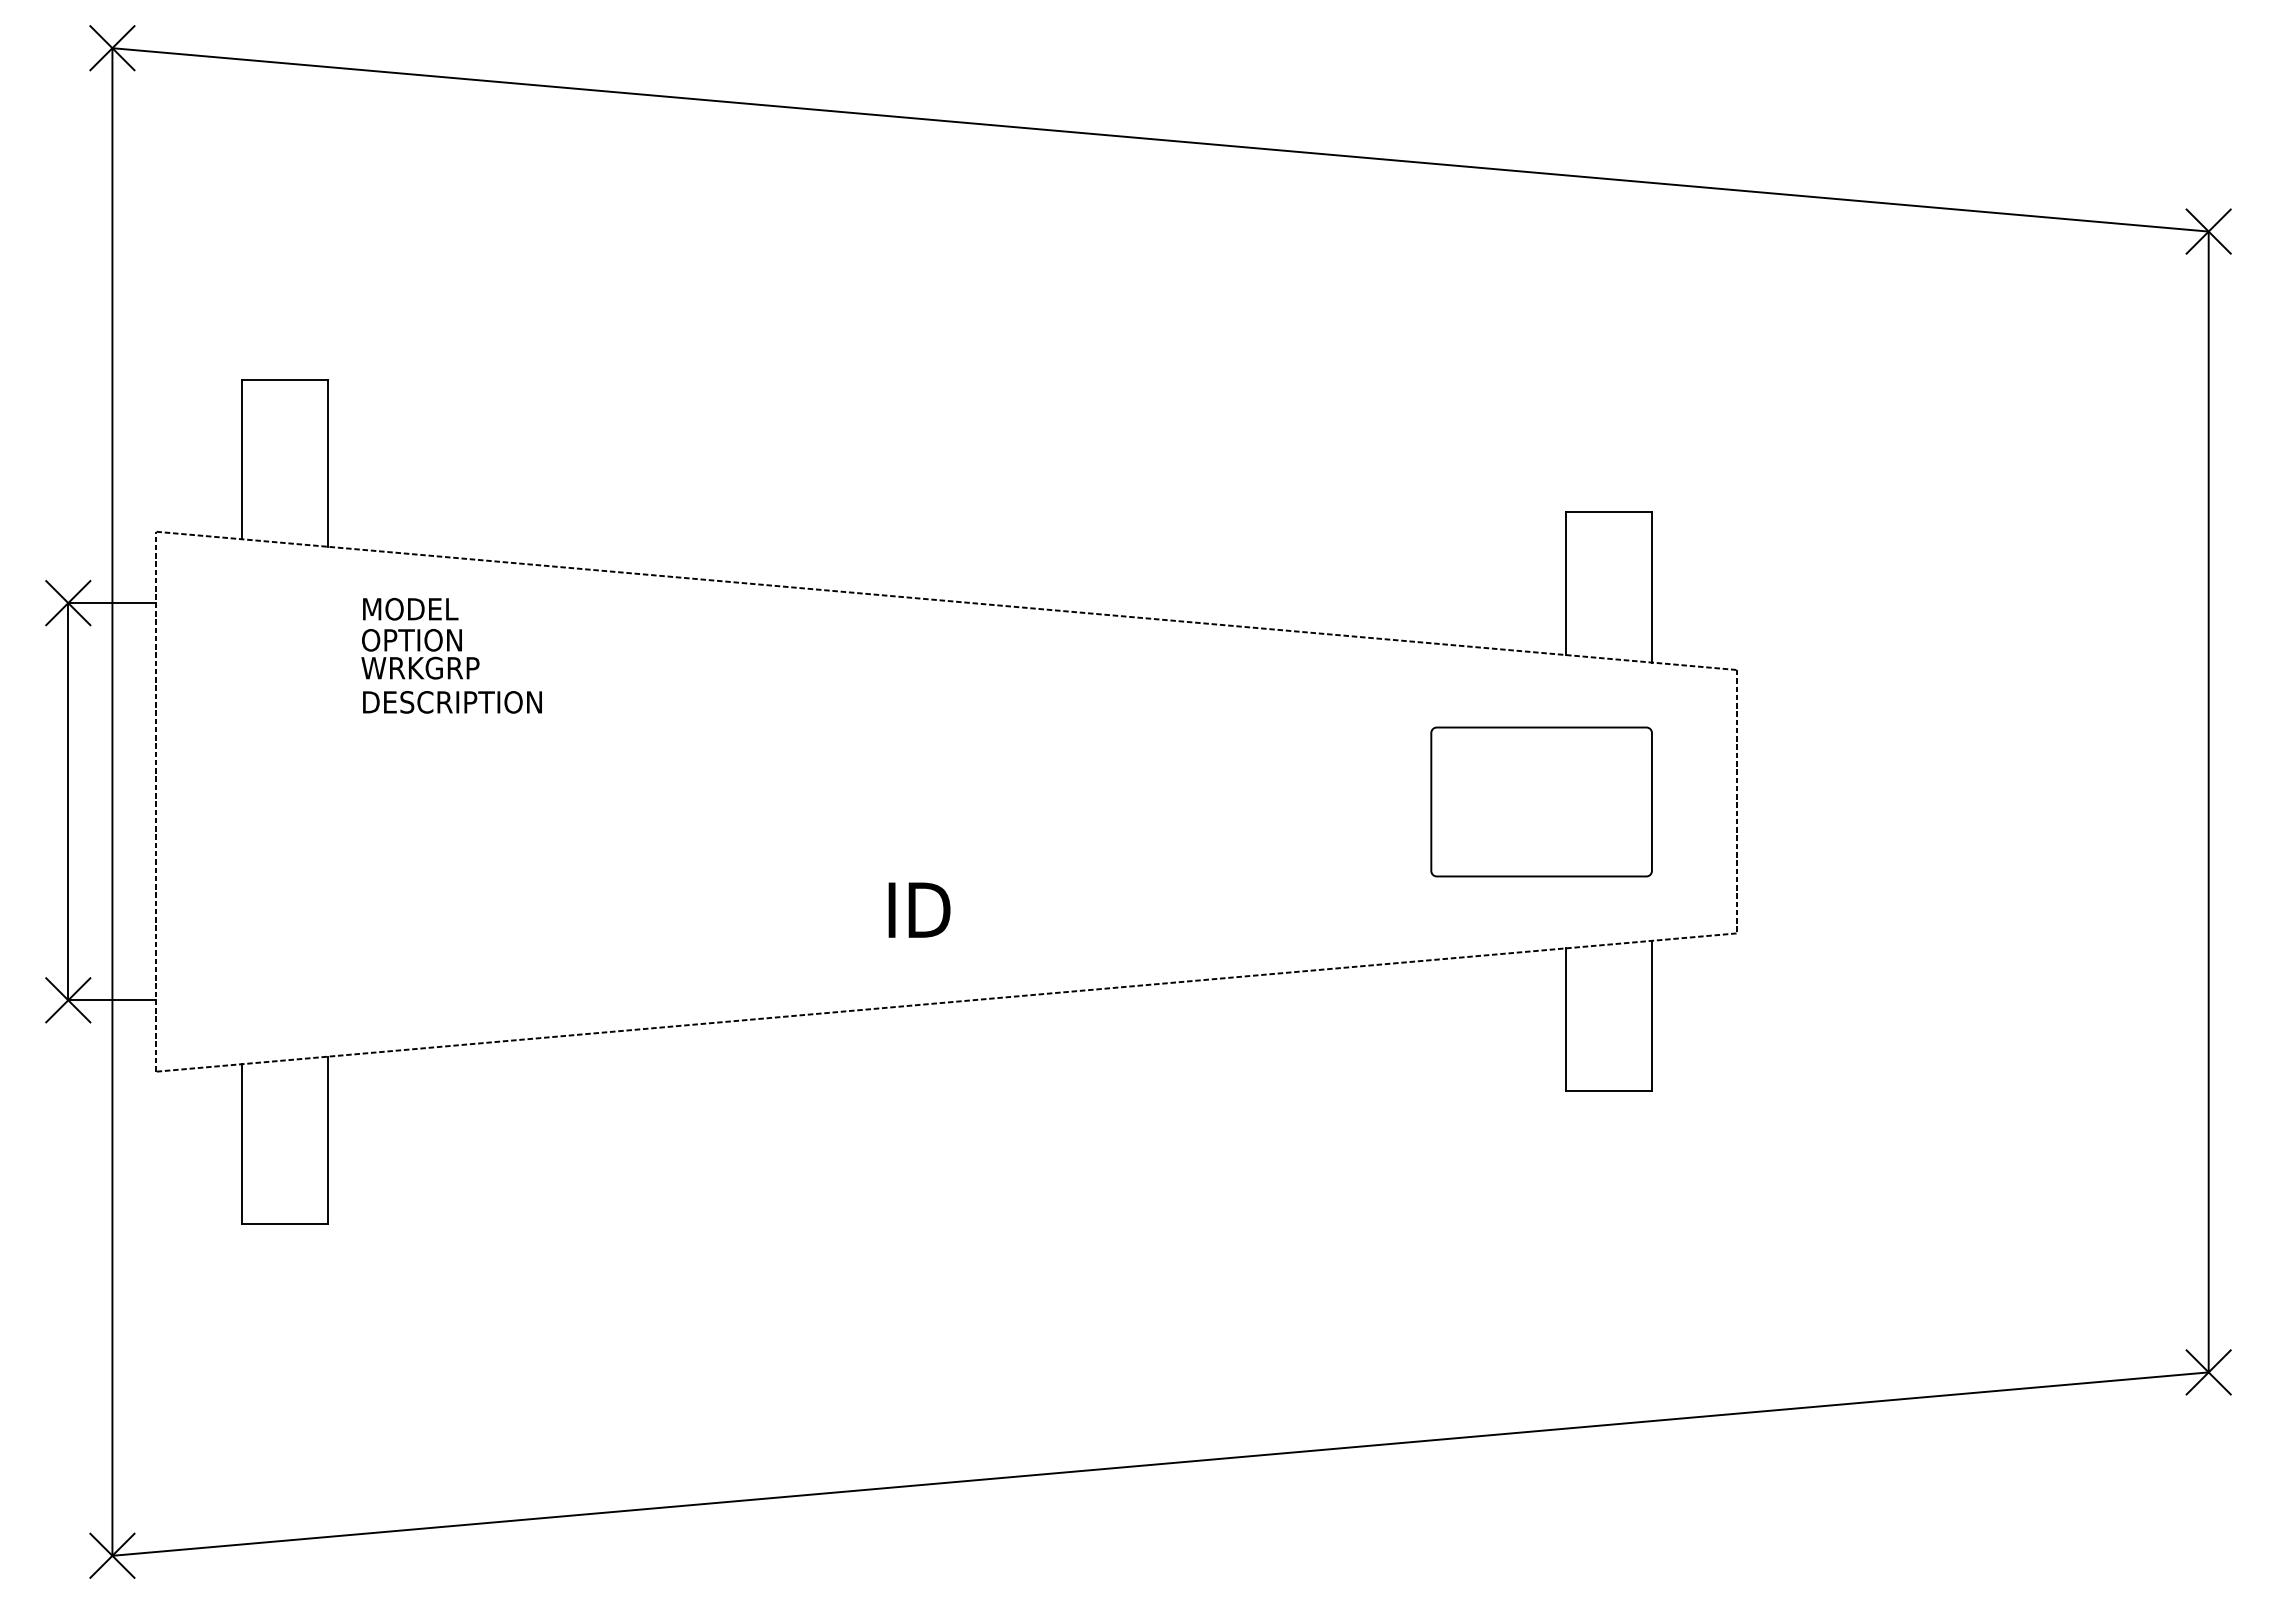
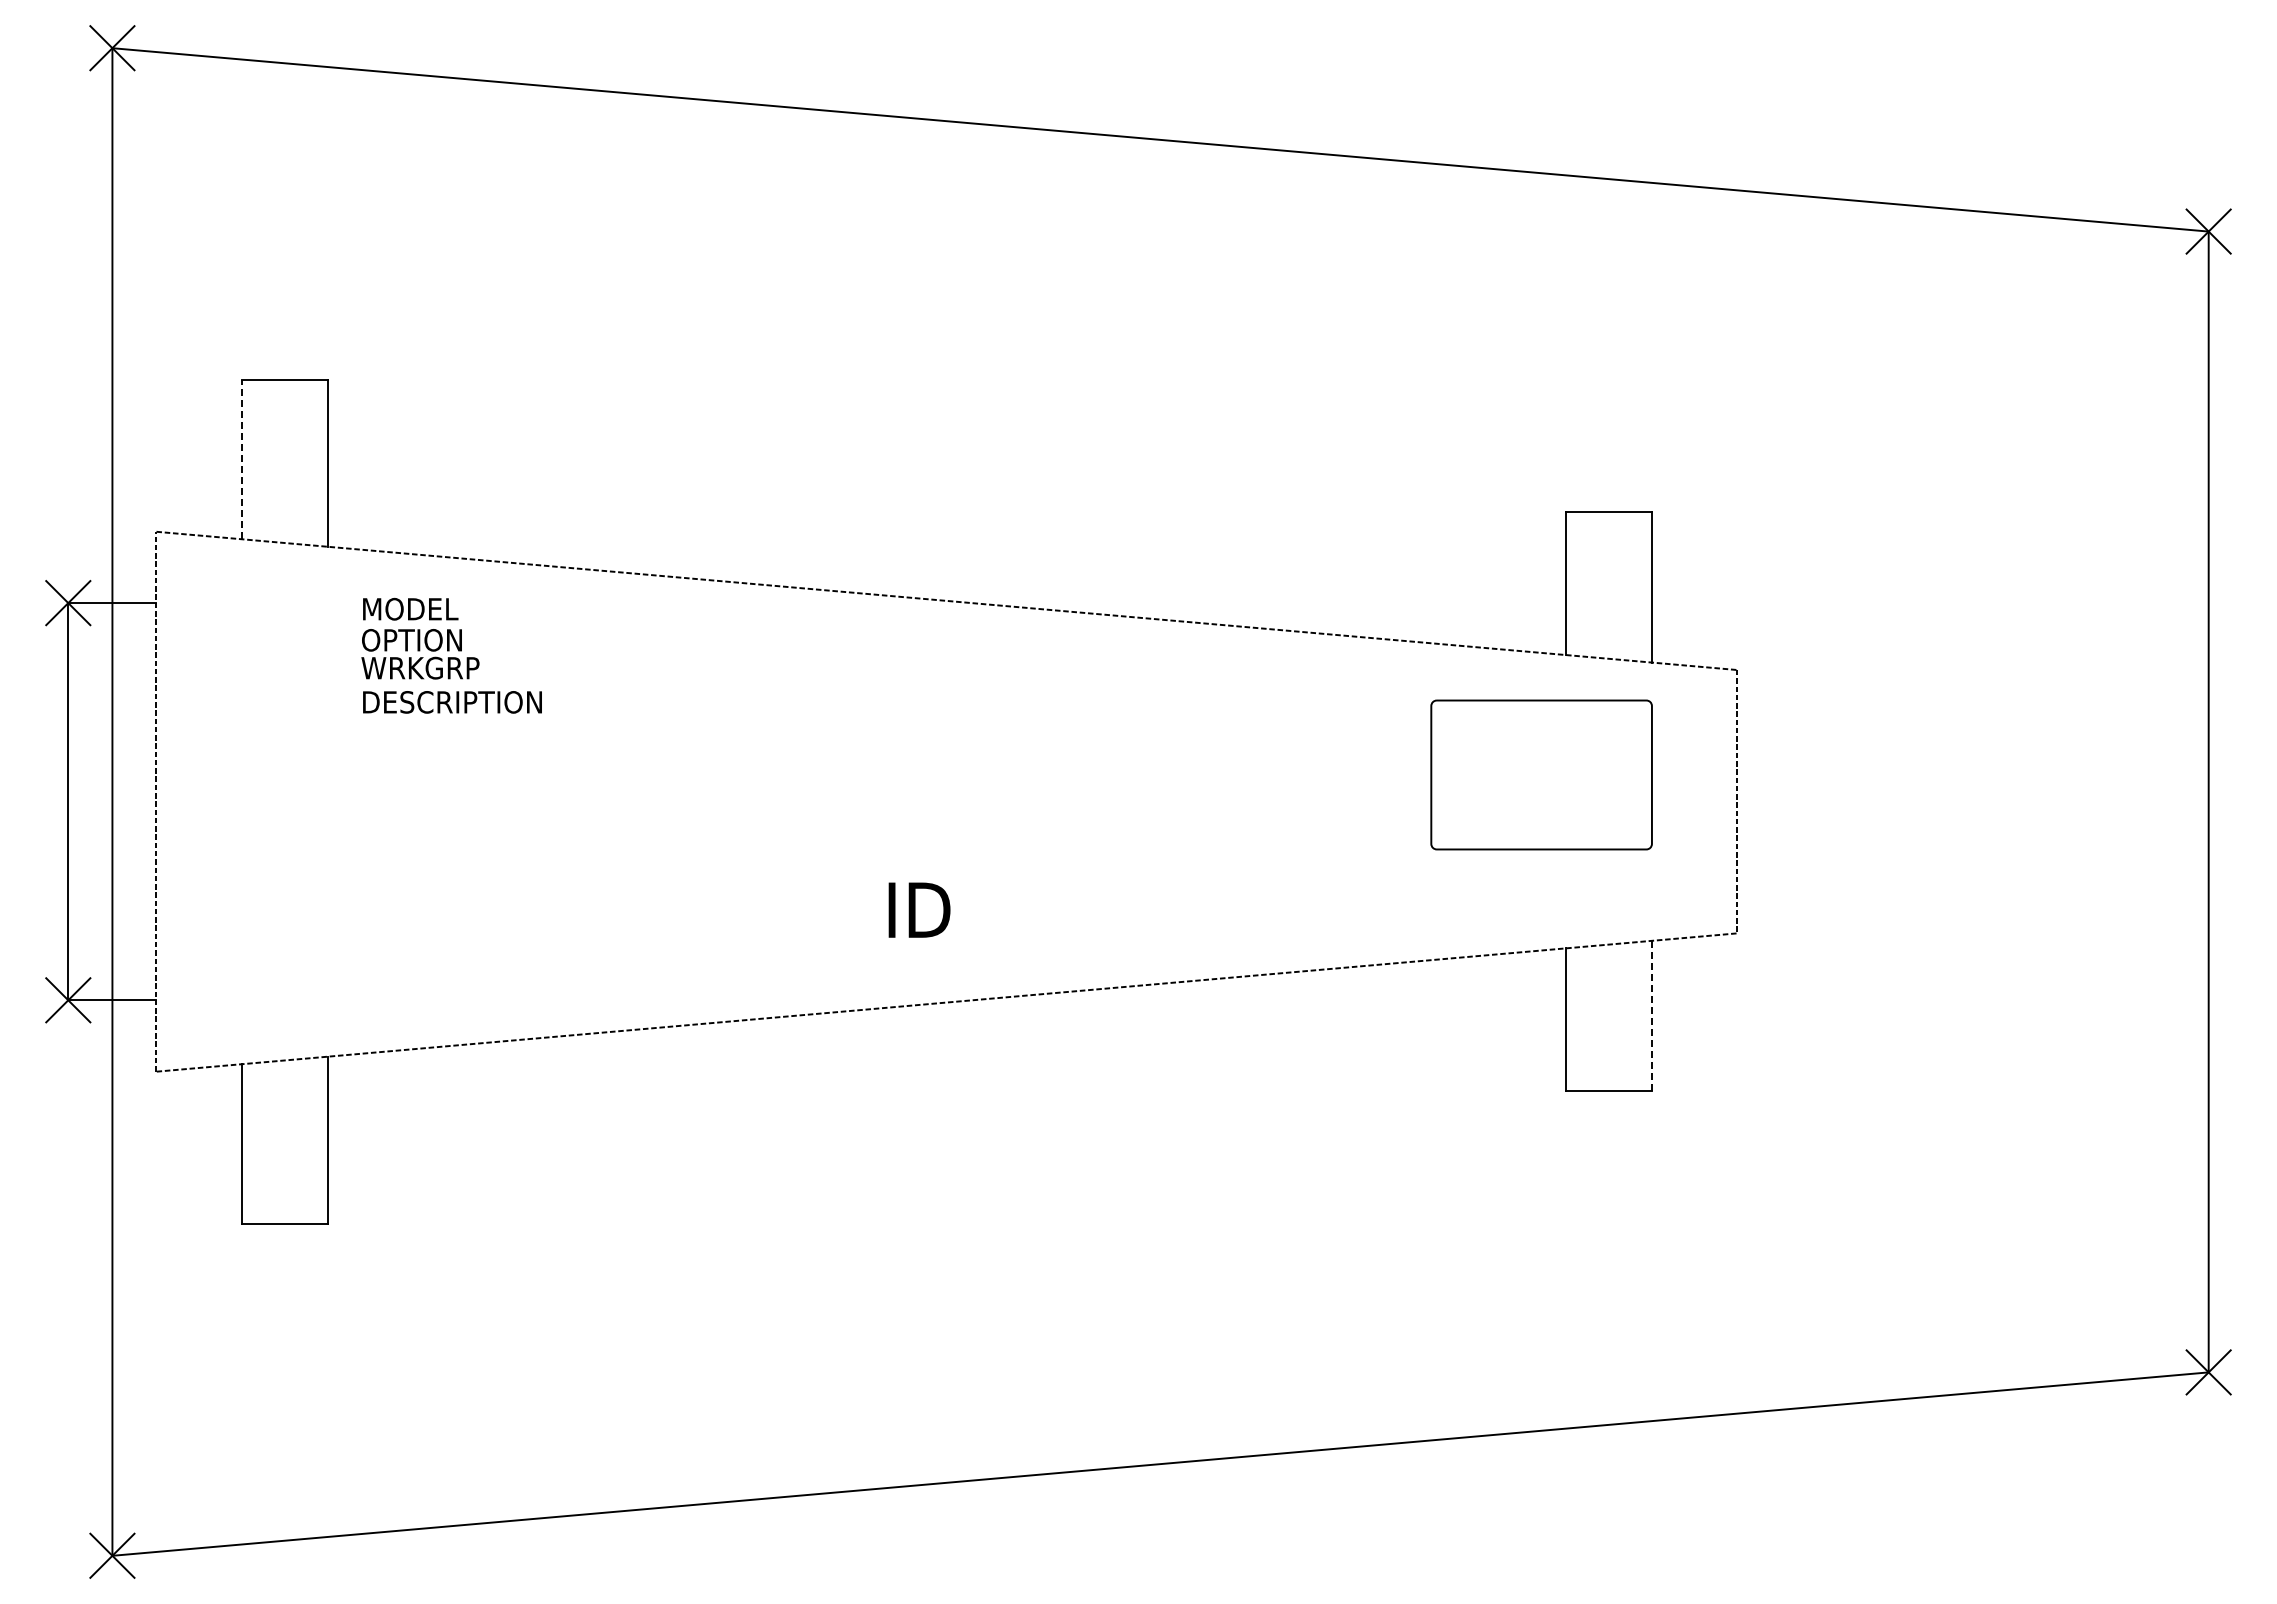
line at (242, 459): solid -> dashed
part at (1541, 801) position: (1541, 801) -> (1541, 774)
line at (1651, 1016): solid -> dashed
